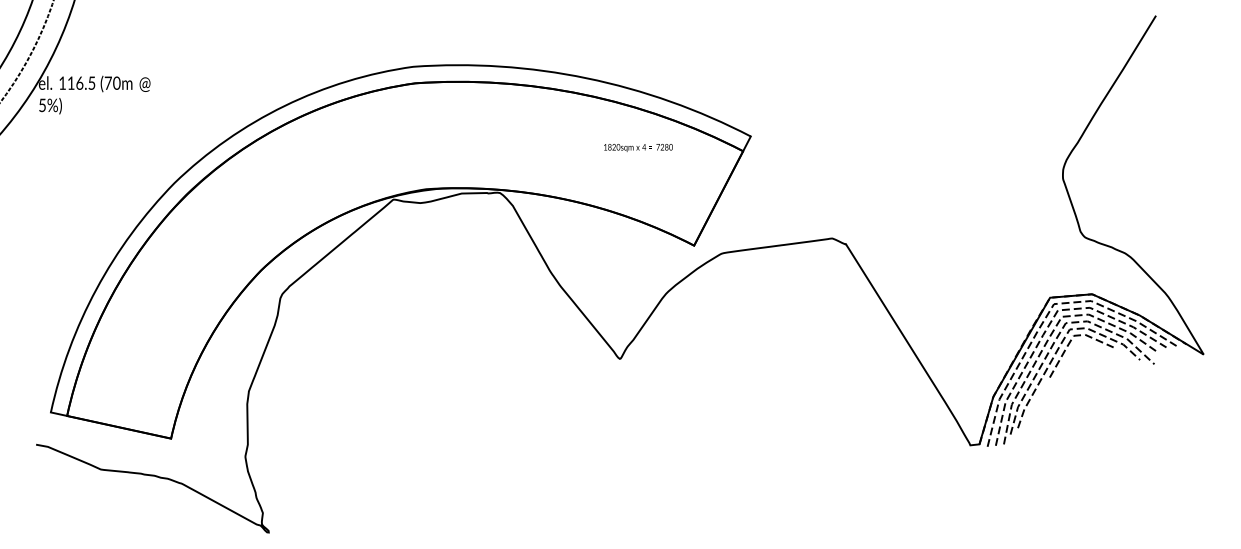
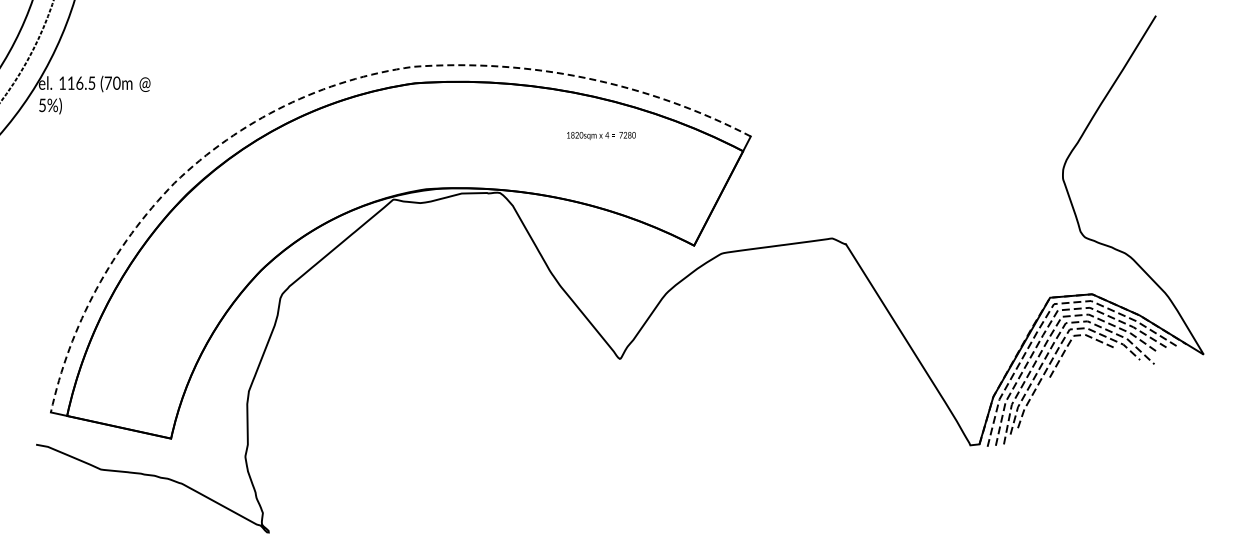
line at (318, 91): solid -> dashed
text at (638, 147) position: (638, 147) -> (601, 135)
